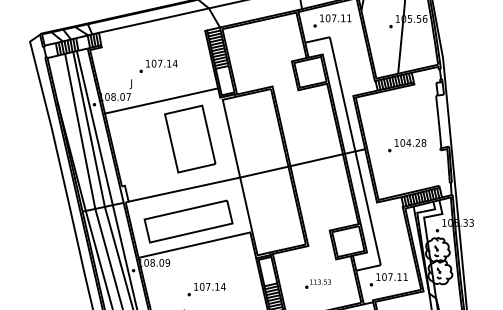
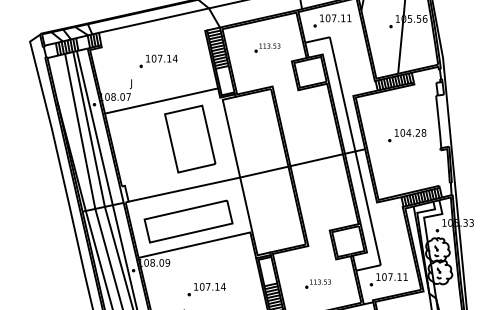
part at (267, 47): none -> present
part at (158, 65) position: (158, 65) -> (158, 60)
part at (407, 145) position: (407, 145) -> (407, 135)
